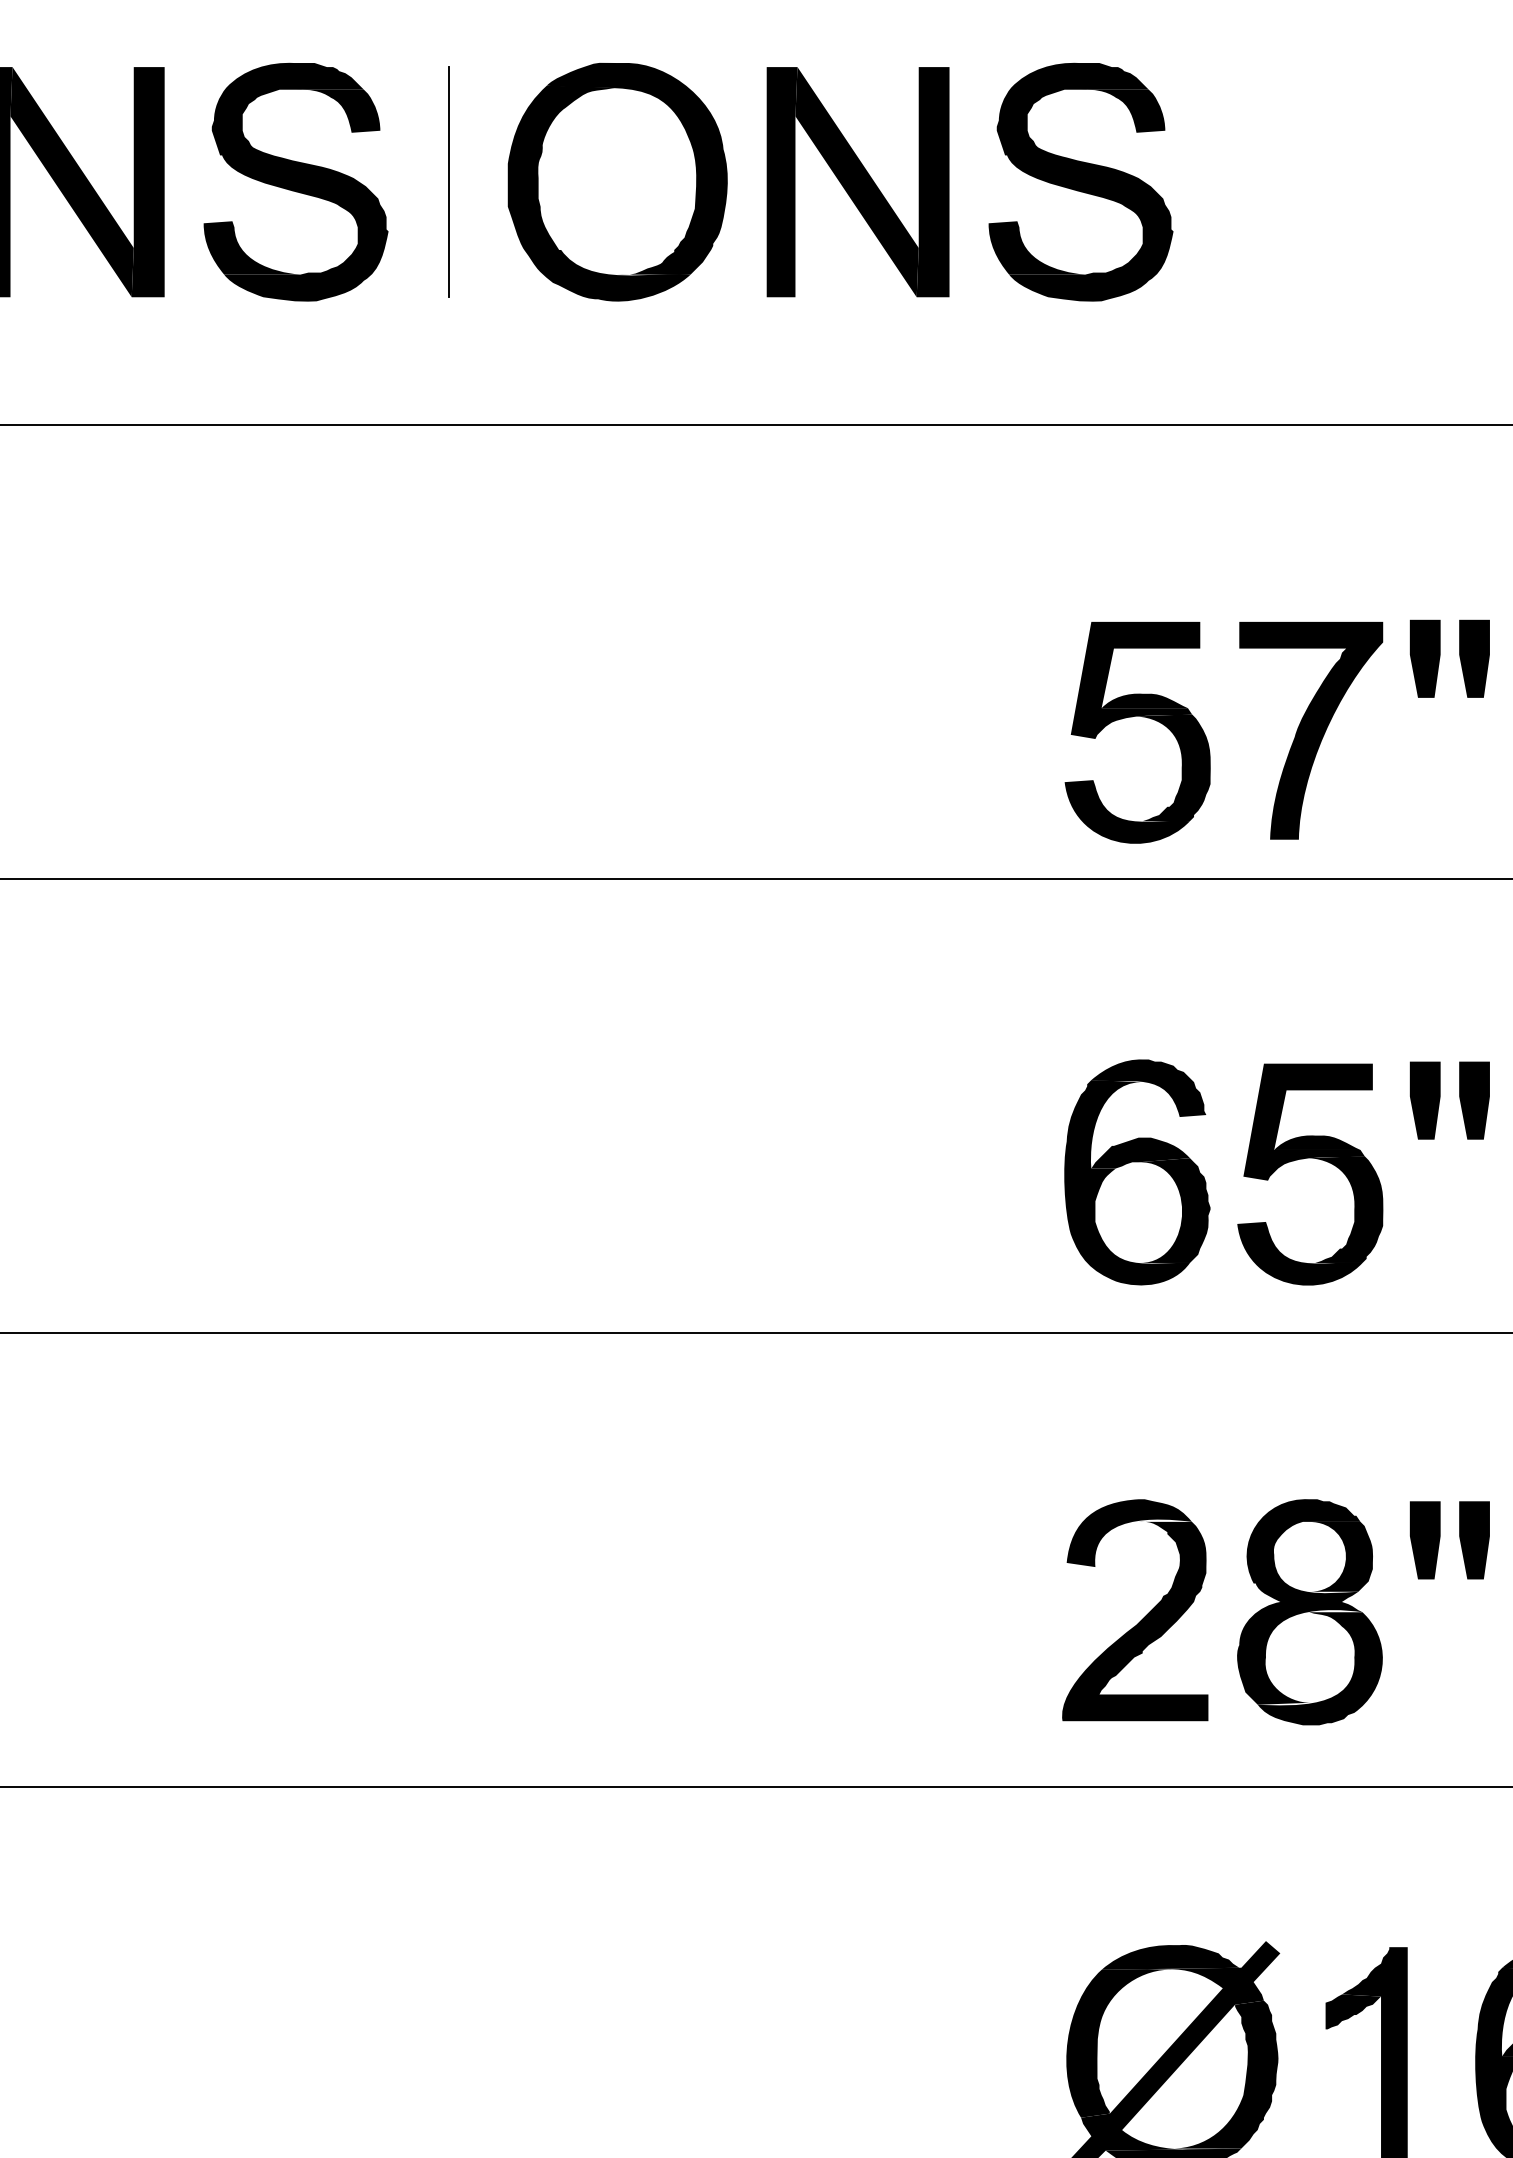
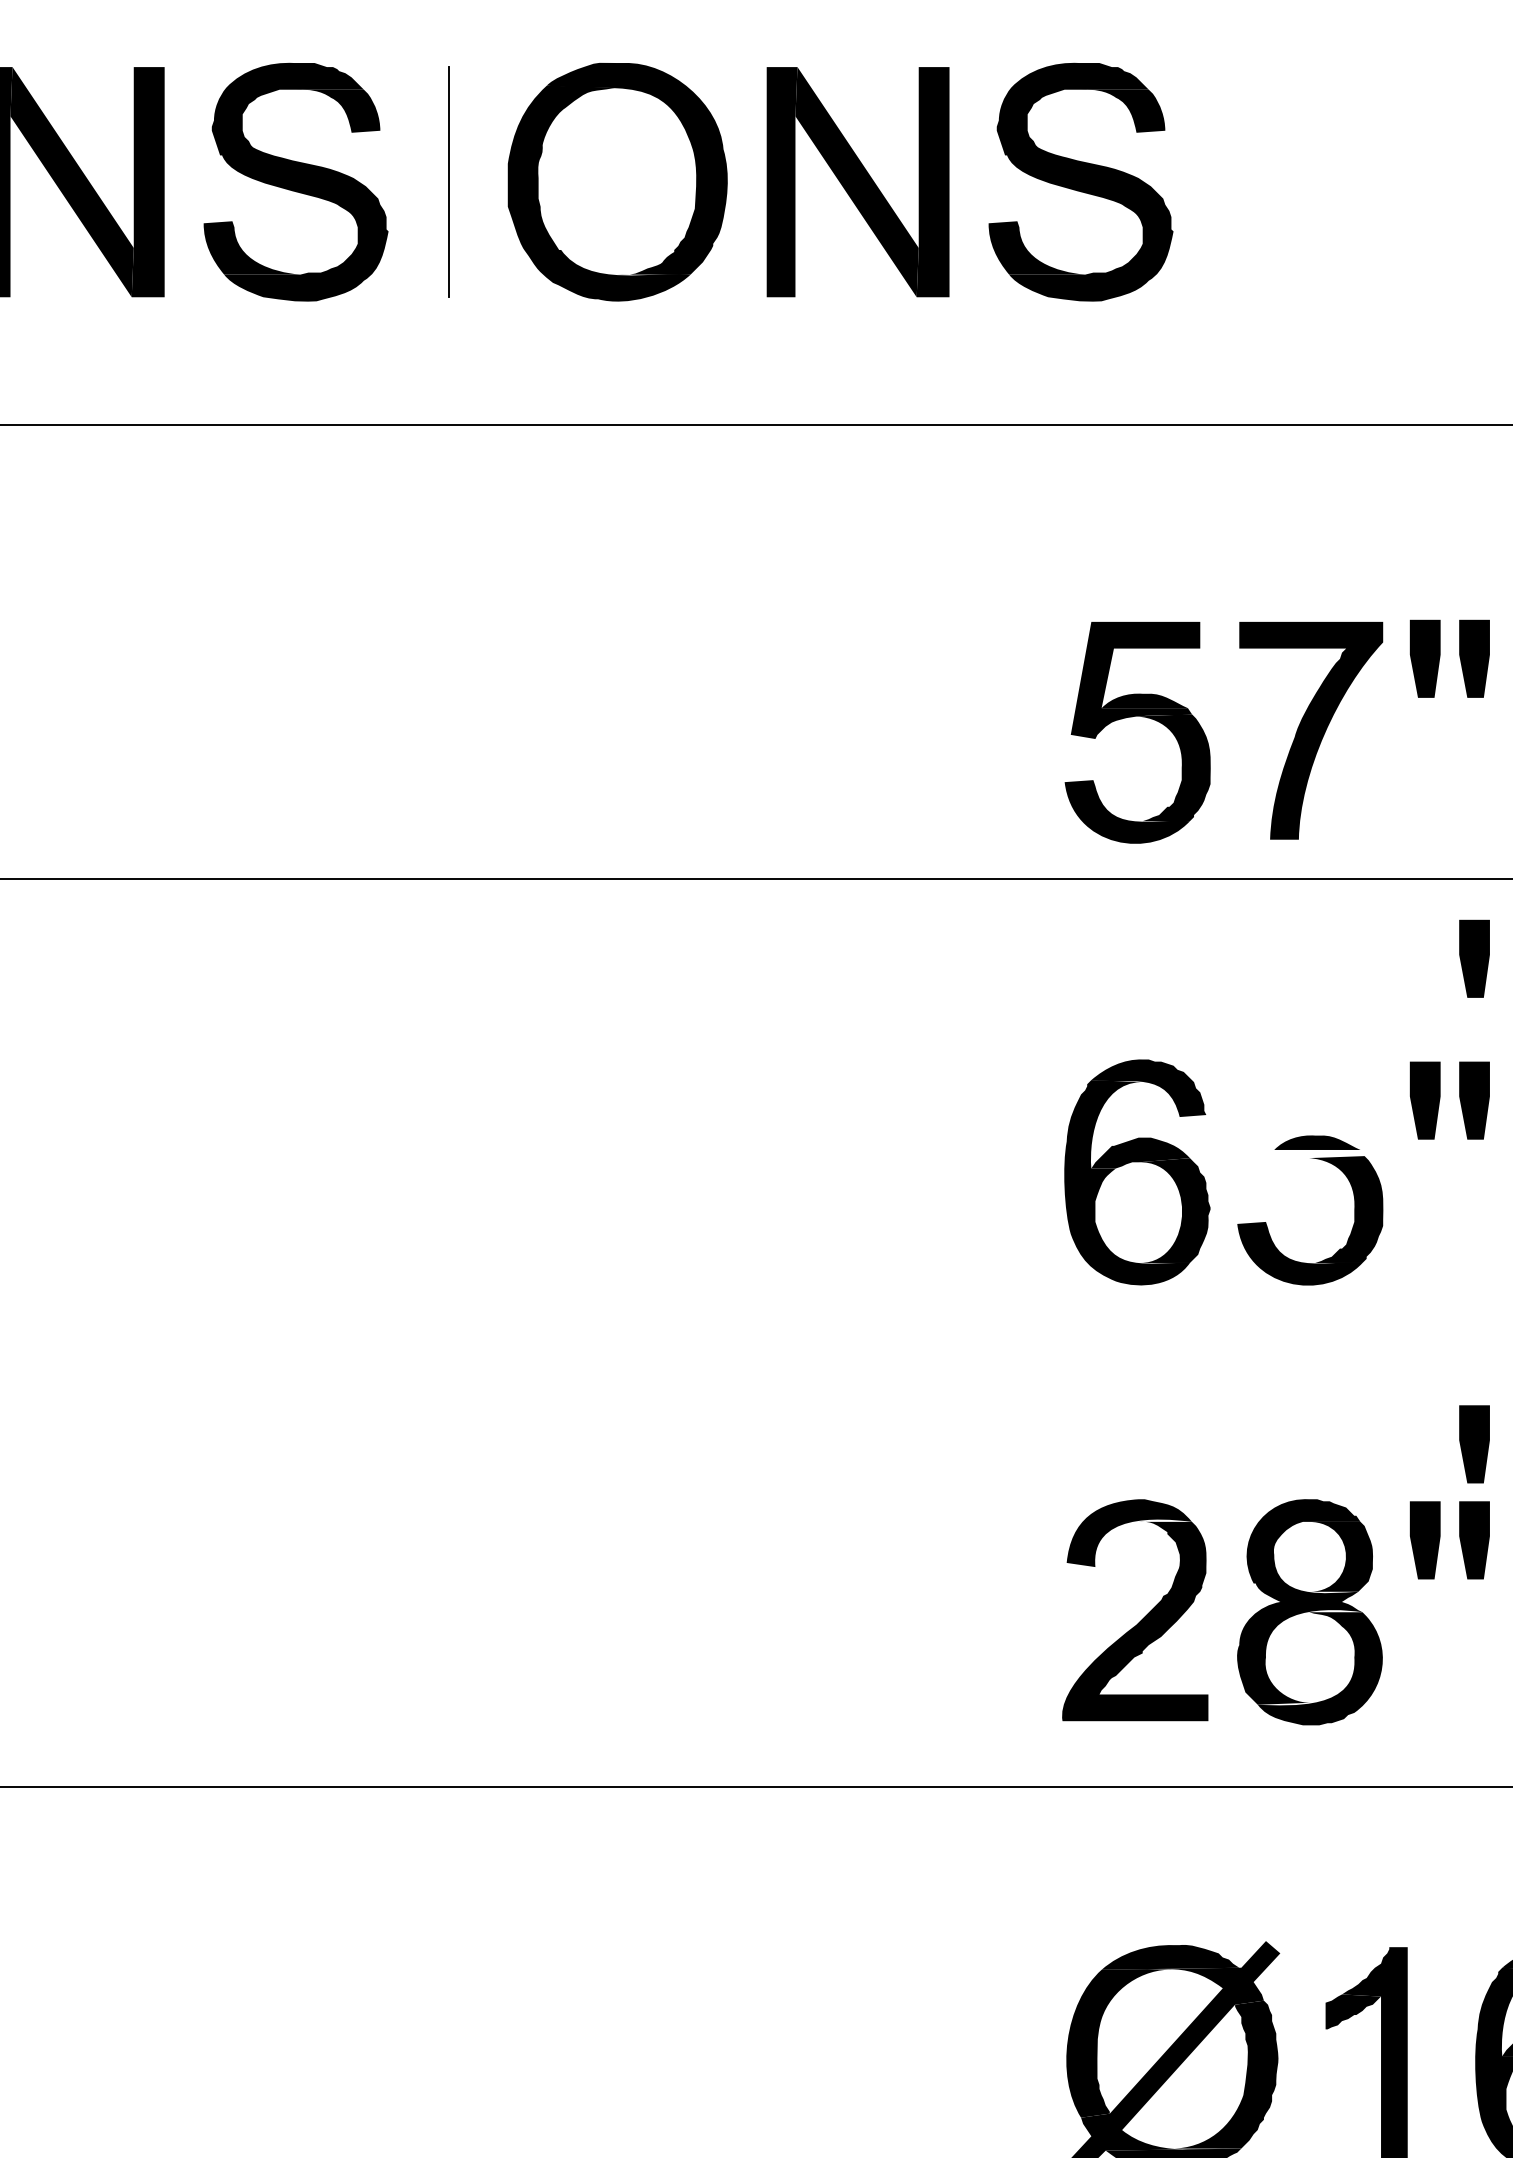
part at (1474, 958): none -> present
fill at (1307, 1121): present -> none
line at (755, 1332): present -> none
part at (1474, 1444): none -> present
